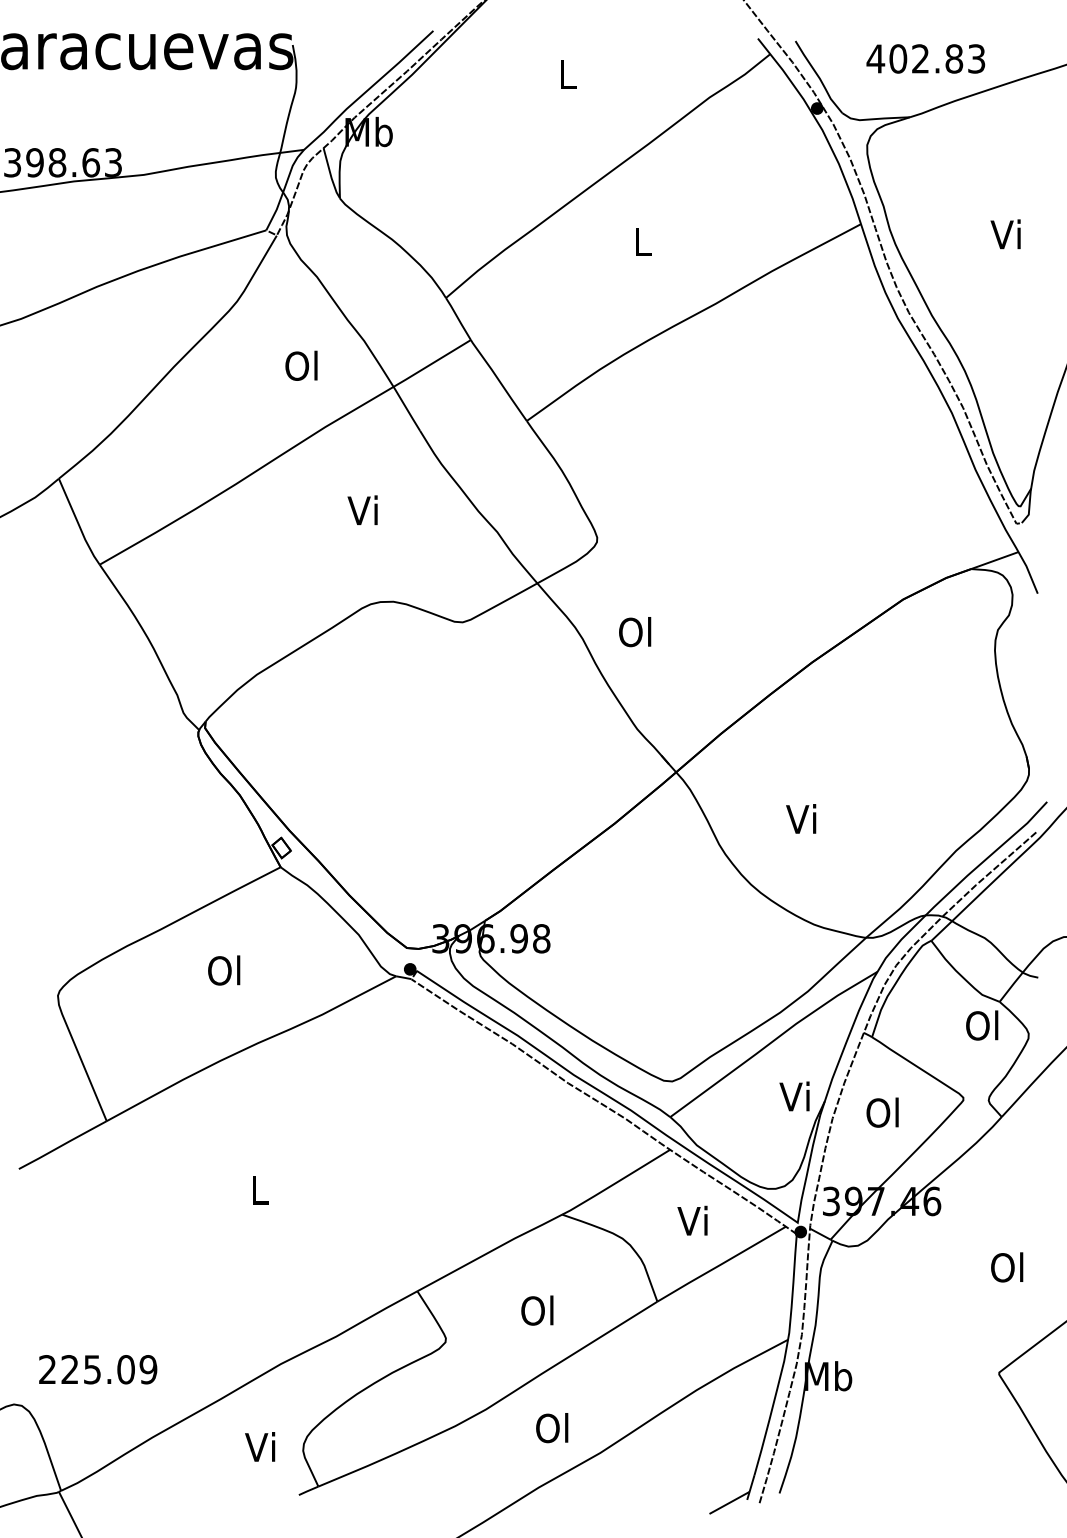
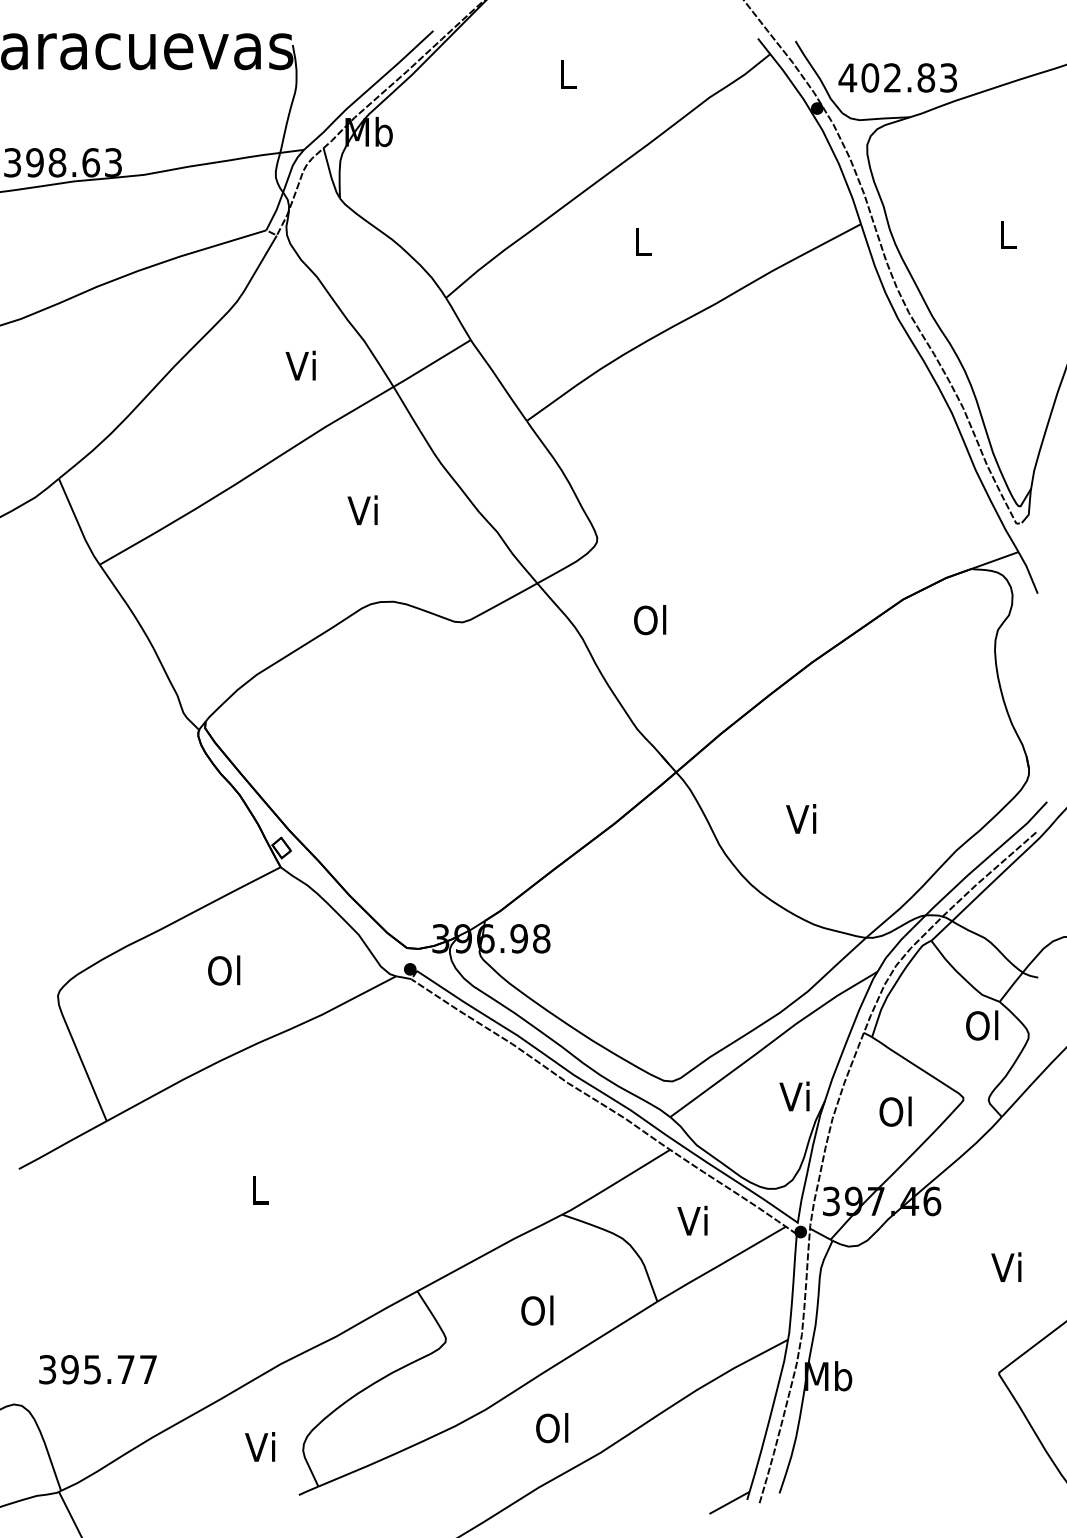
text at (925, 58) position: (925, 58) -> (897, 77)
text at (1005, 234): Vi -> L
text at (301, 365): Ol -> Vi
text at (635, 632) position: (635, 632) -> (650, 620)
text at (882, 1112) position: (882, 1112) -> (895, 1111)
text at (1007, 1267): Ol -> Vi
text at (98, 1369): 225.09 -> 395.77
